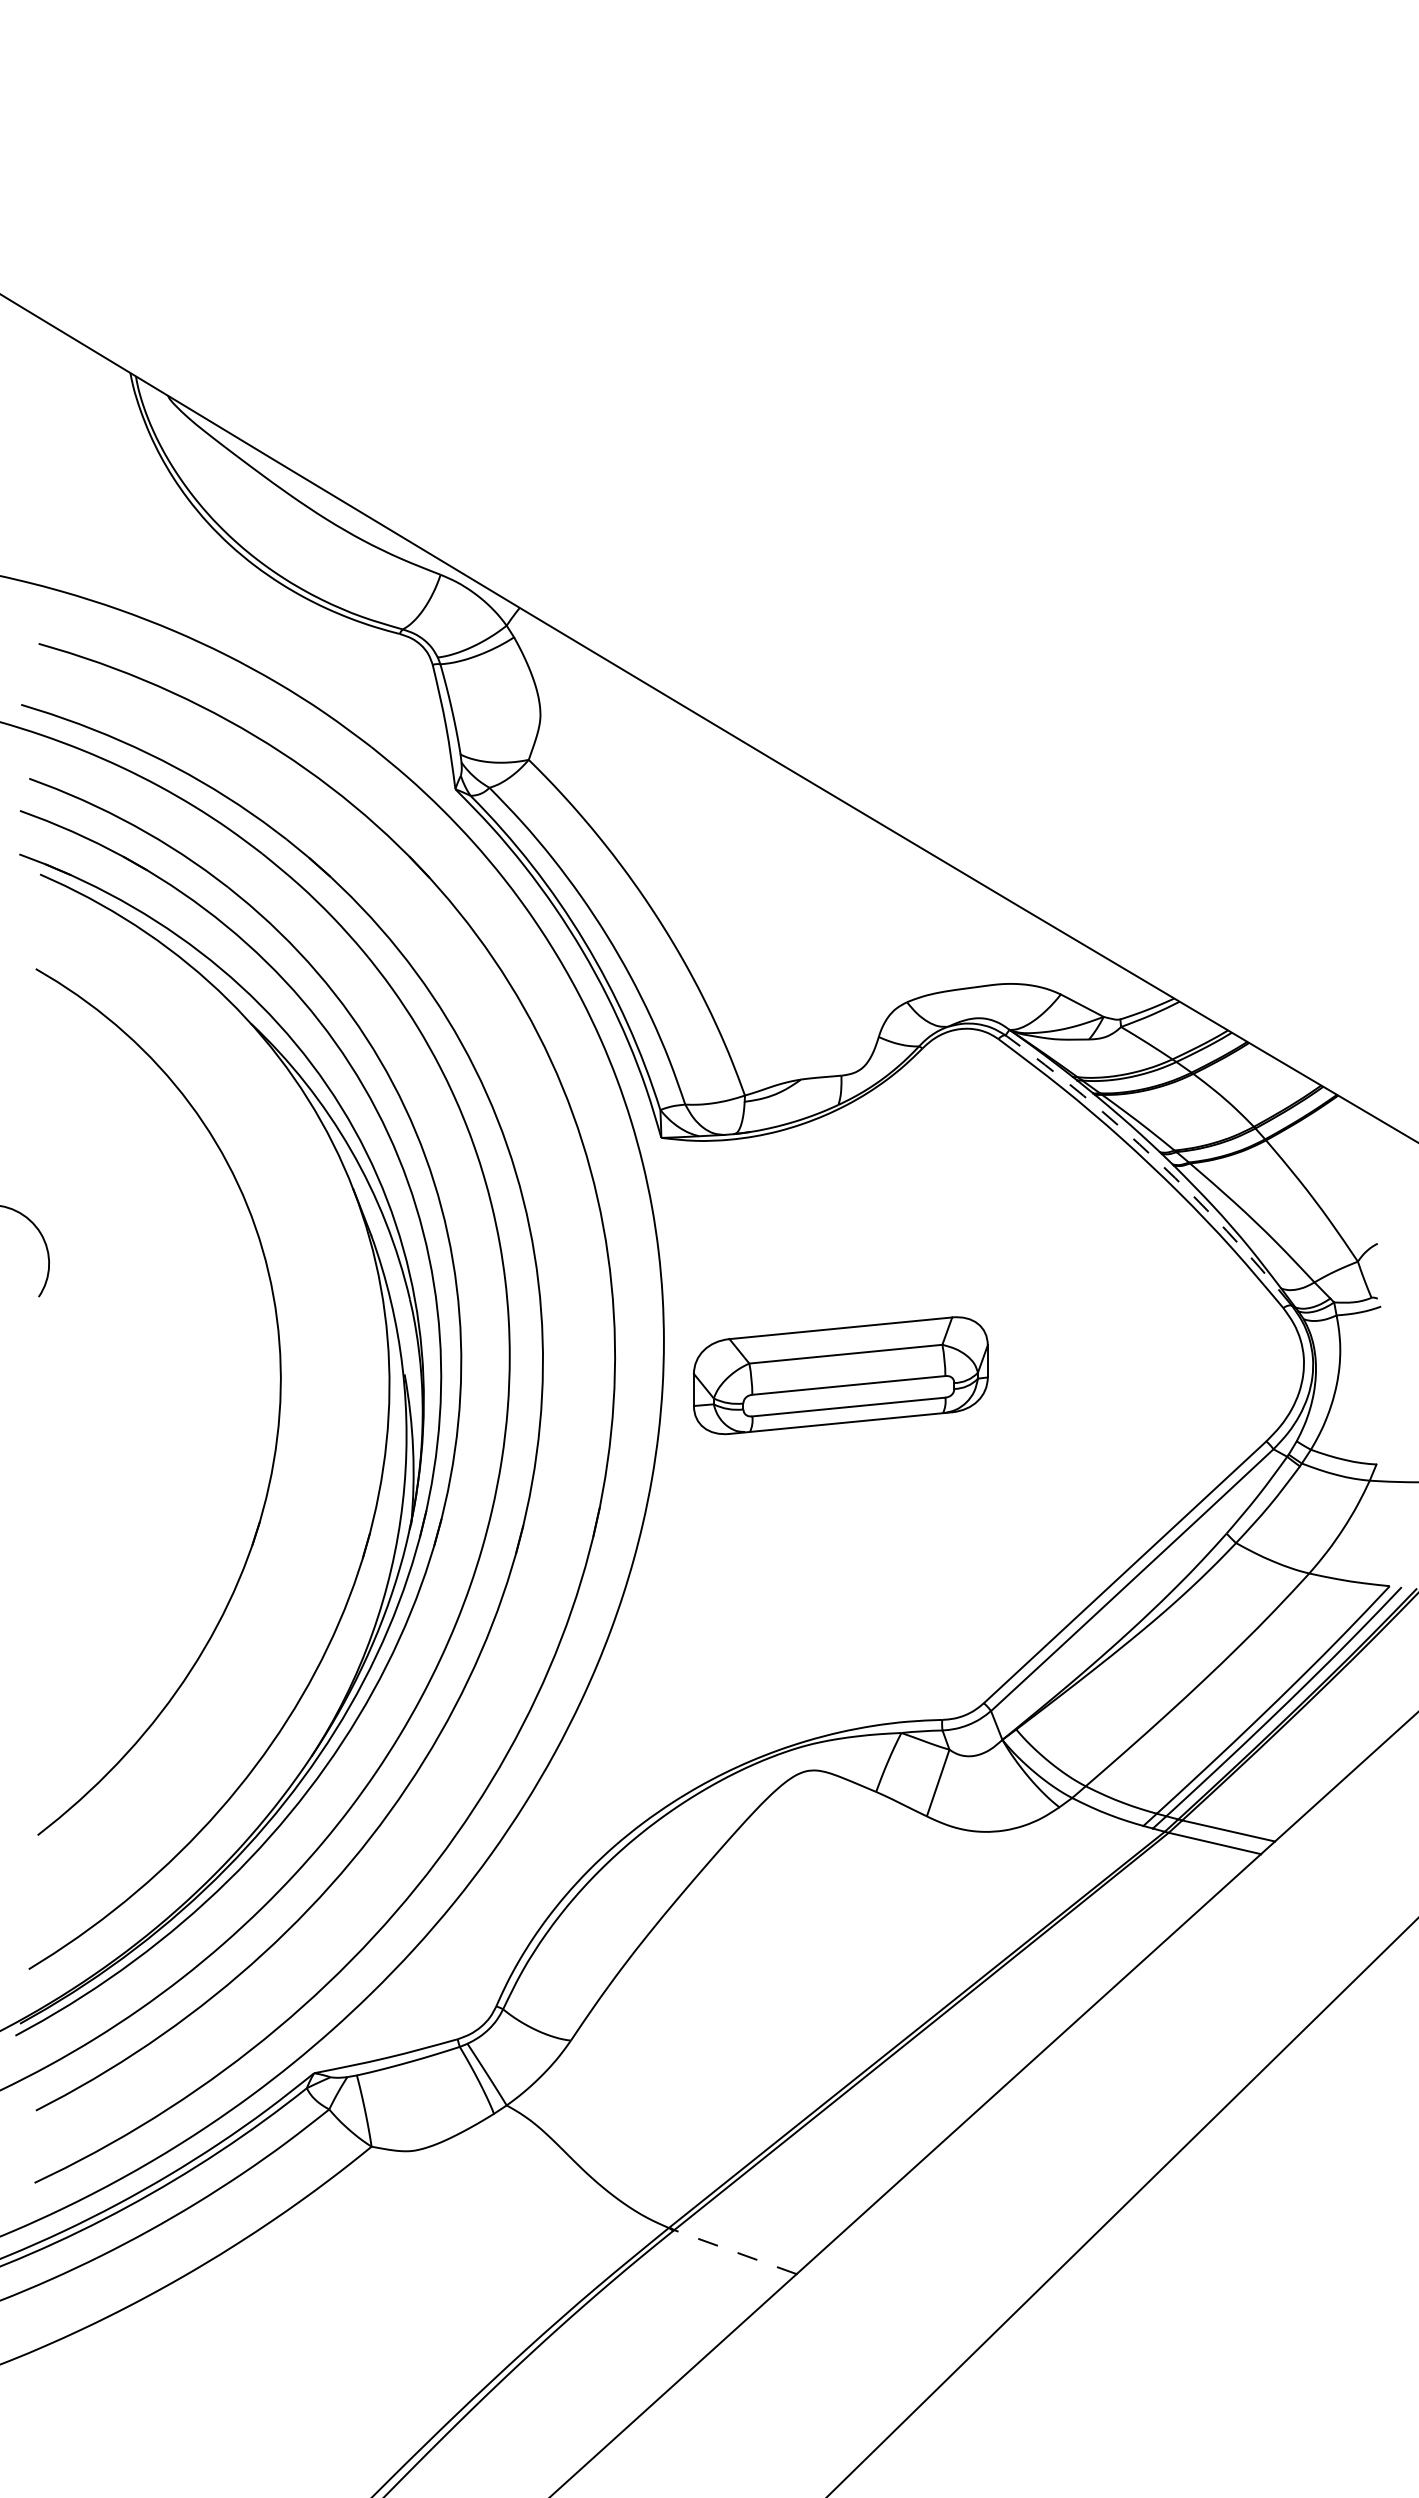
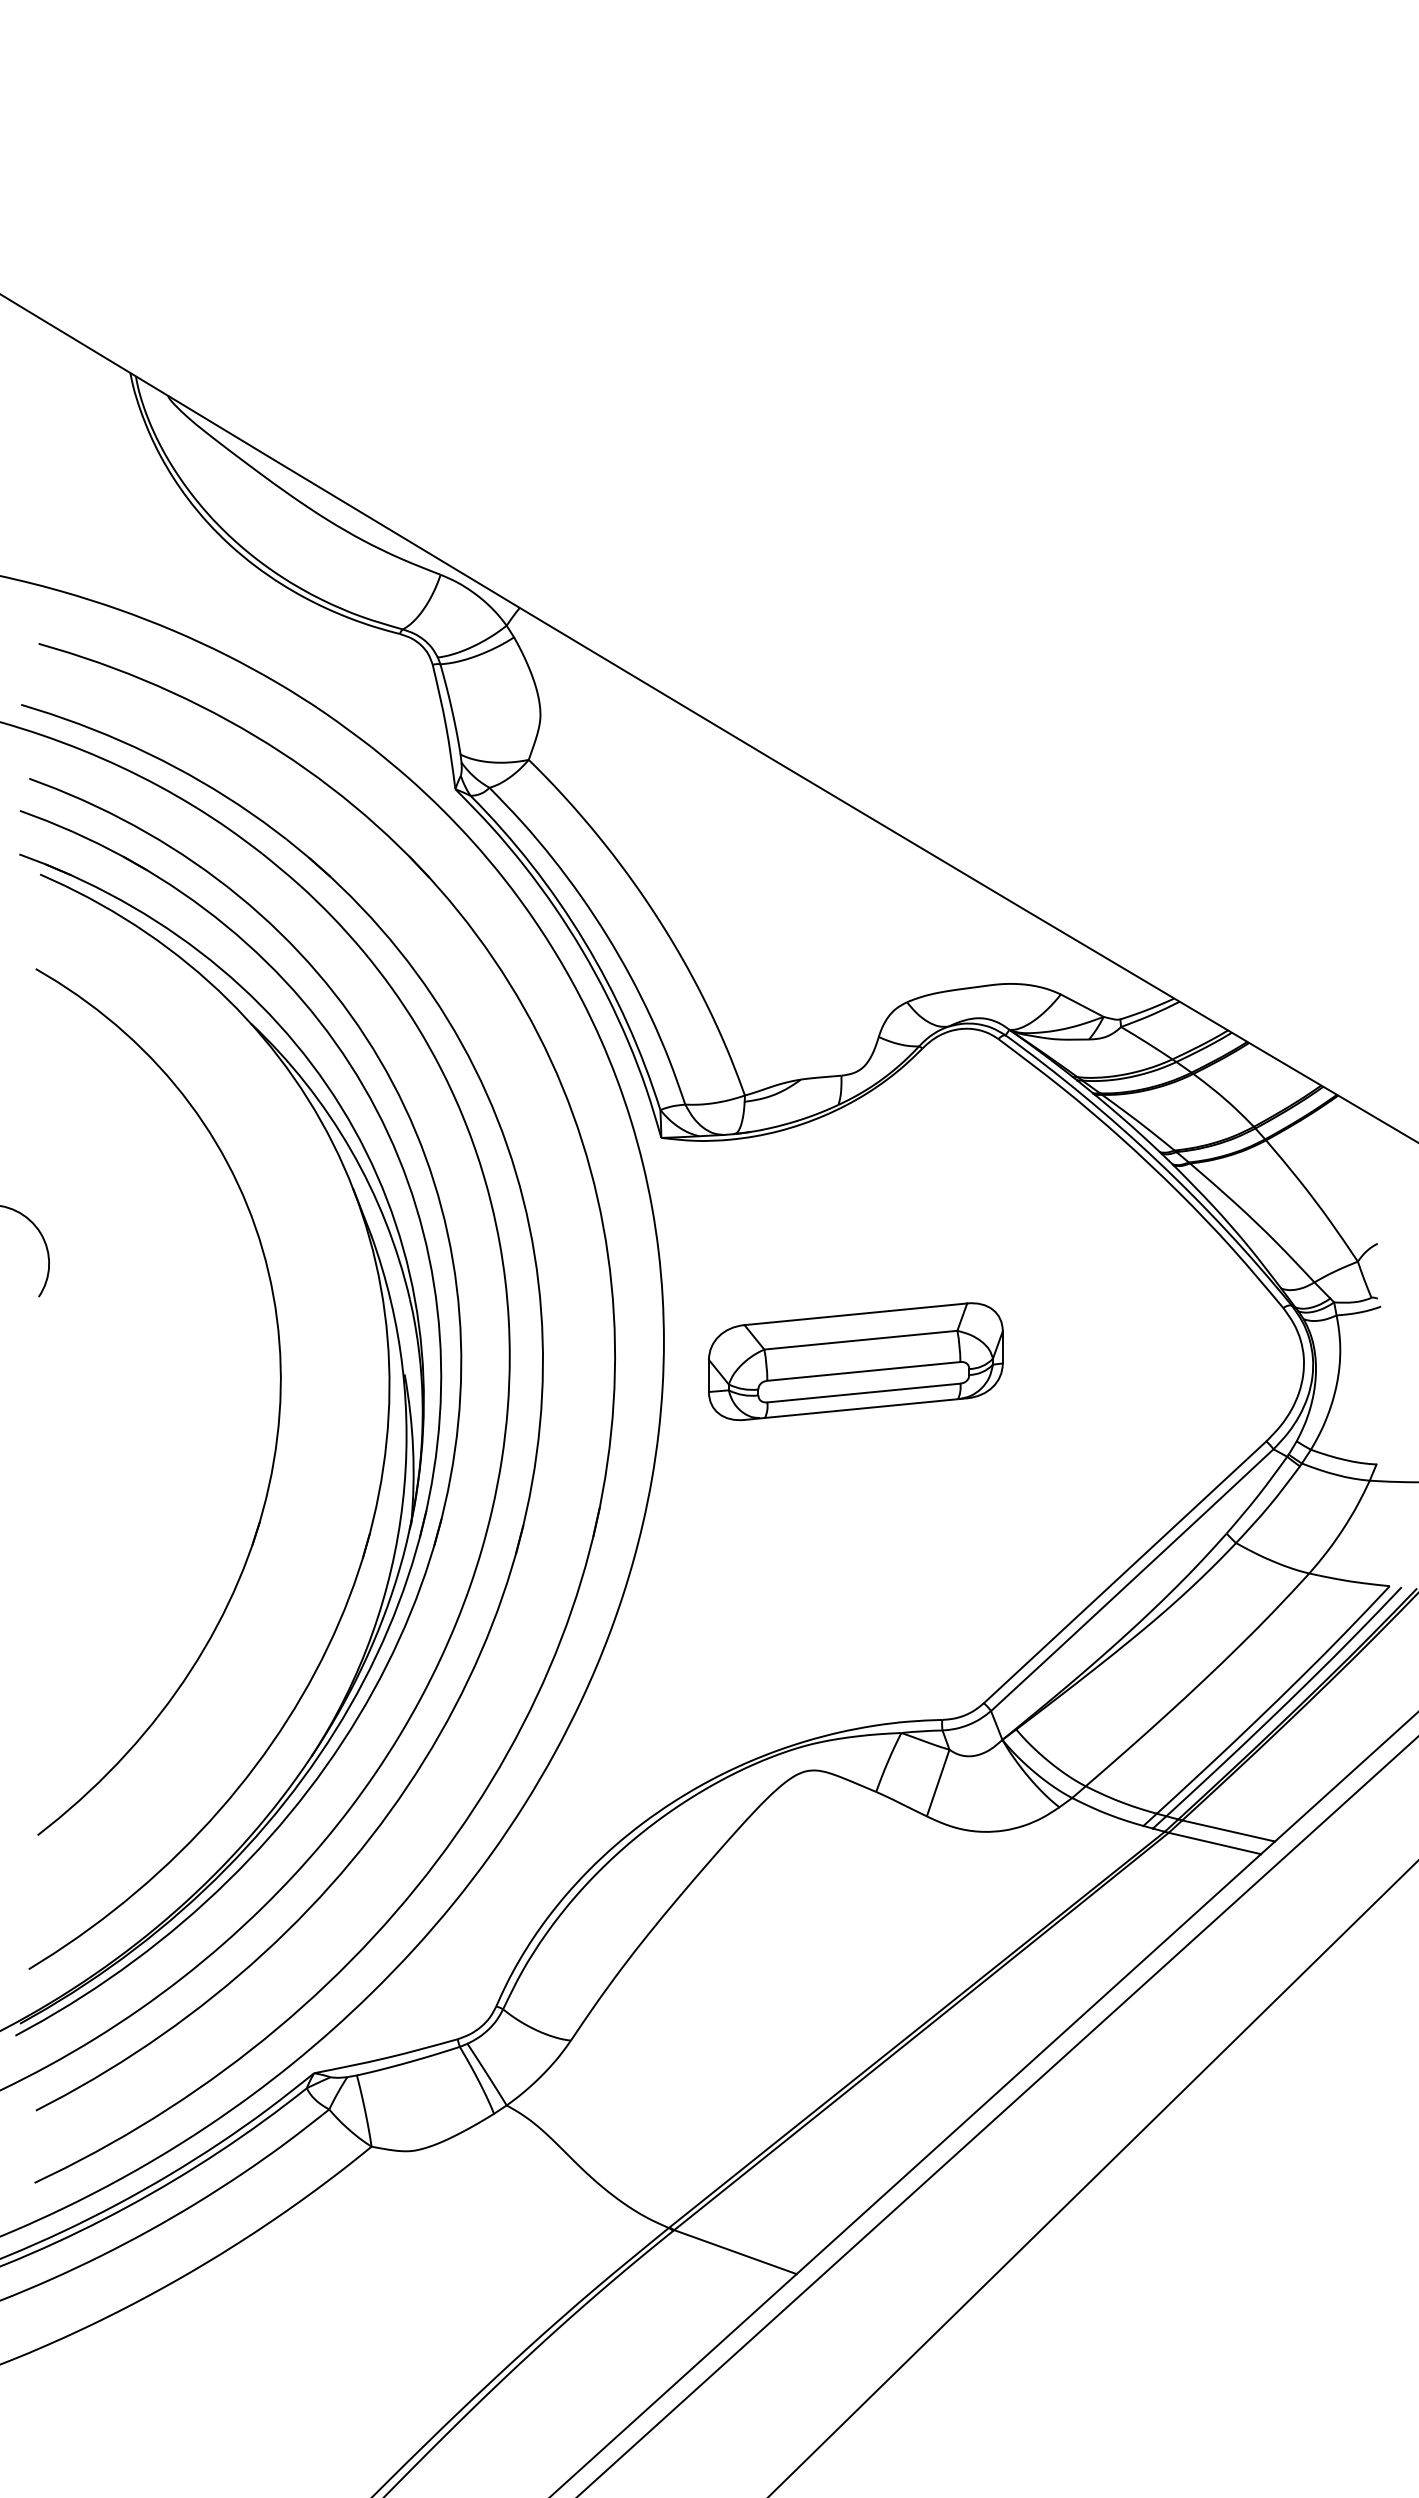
arc at (1157, 1161): dashed -> solid
part at (840, 1375) position: (840, 1375) -> (855, 1361)
line at (997, 2116): none -> present
line at (1122, 2207) position: (1122, 2207) -> (1093, 2178)
line at (734, 2251): dashed -> solid
